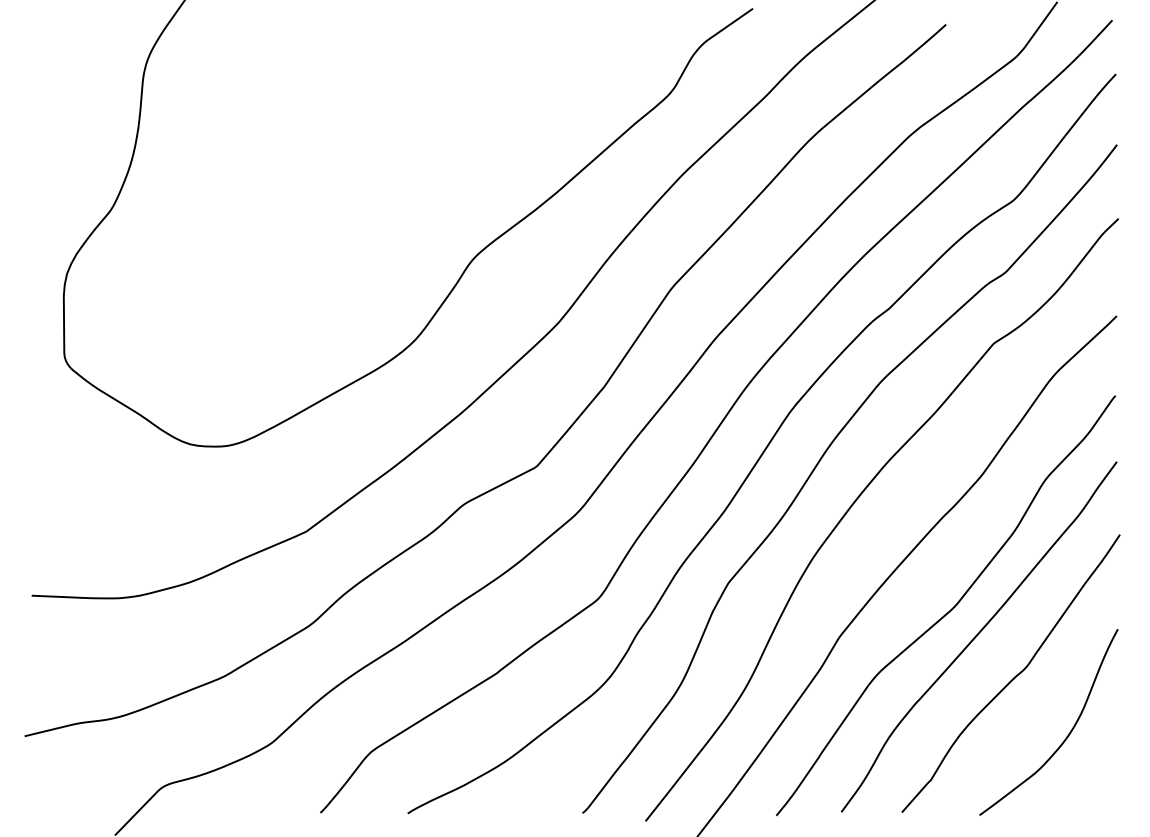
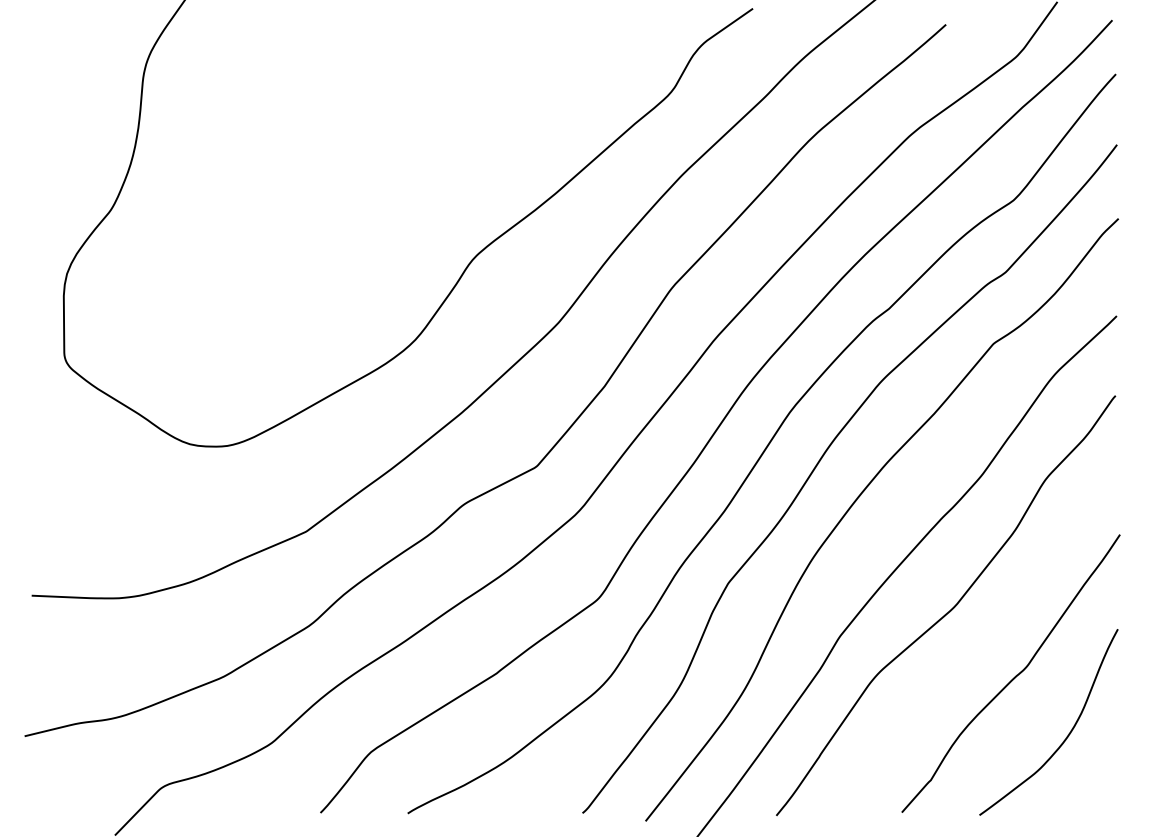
curve at (978, 635): present -> none
